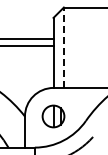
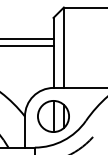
line at (63, 47): dashed -> solid
part at (53, 116) size: 25x25 px -> 33x33 px
